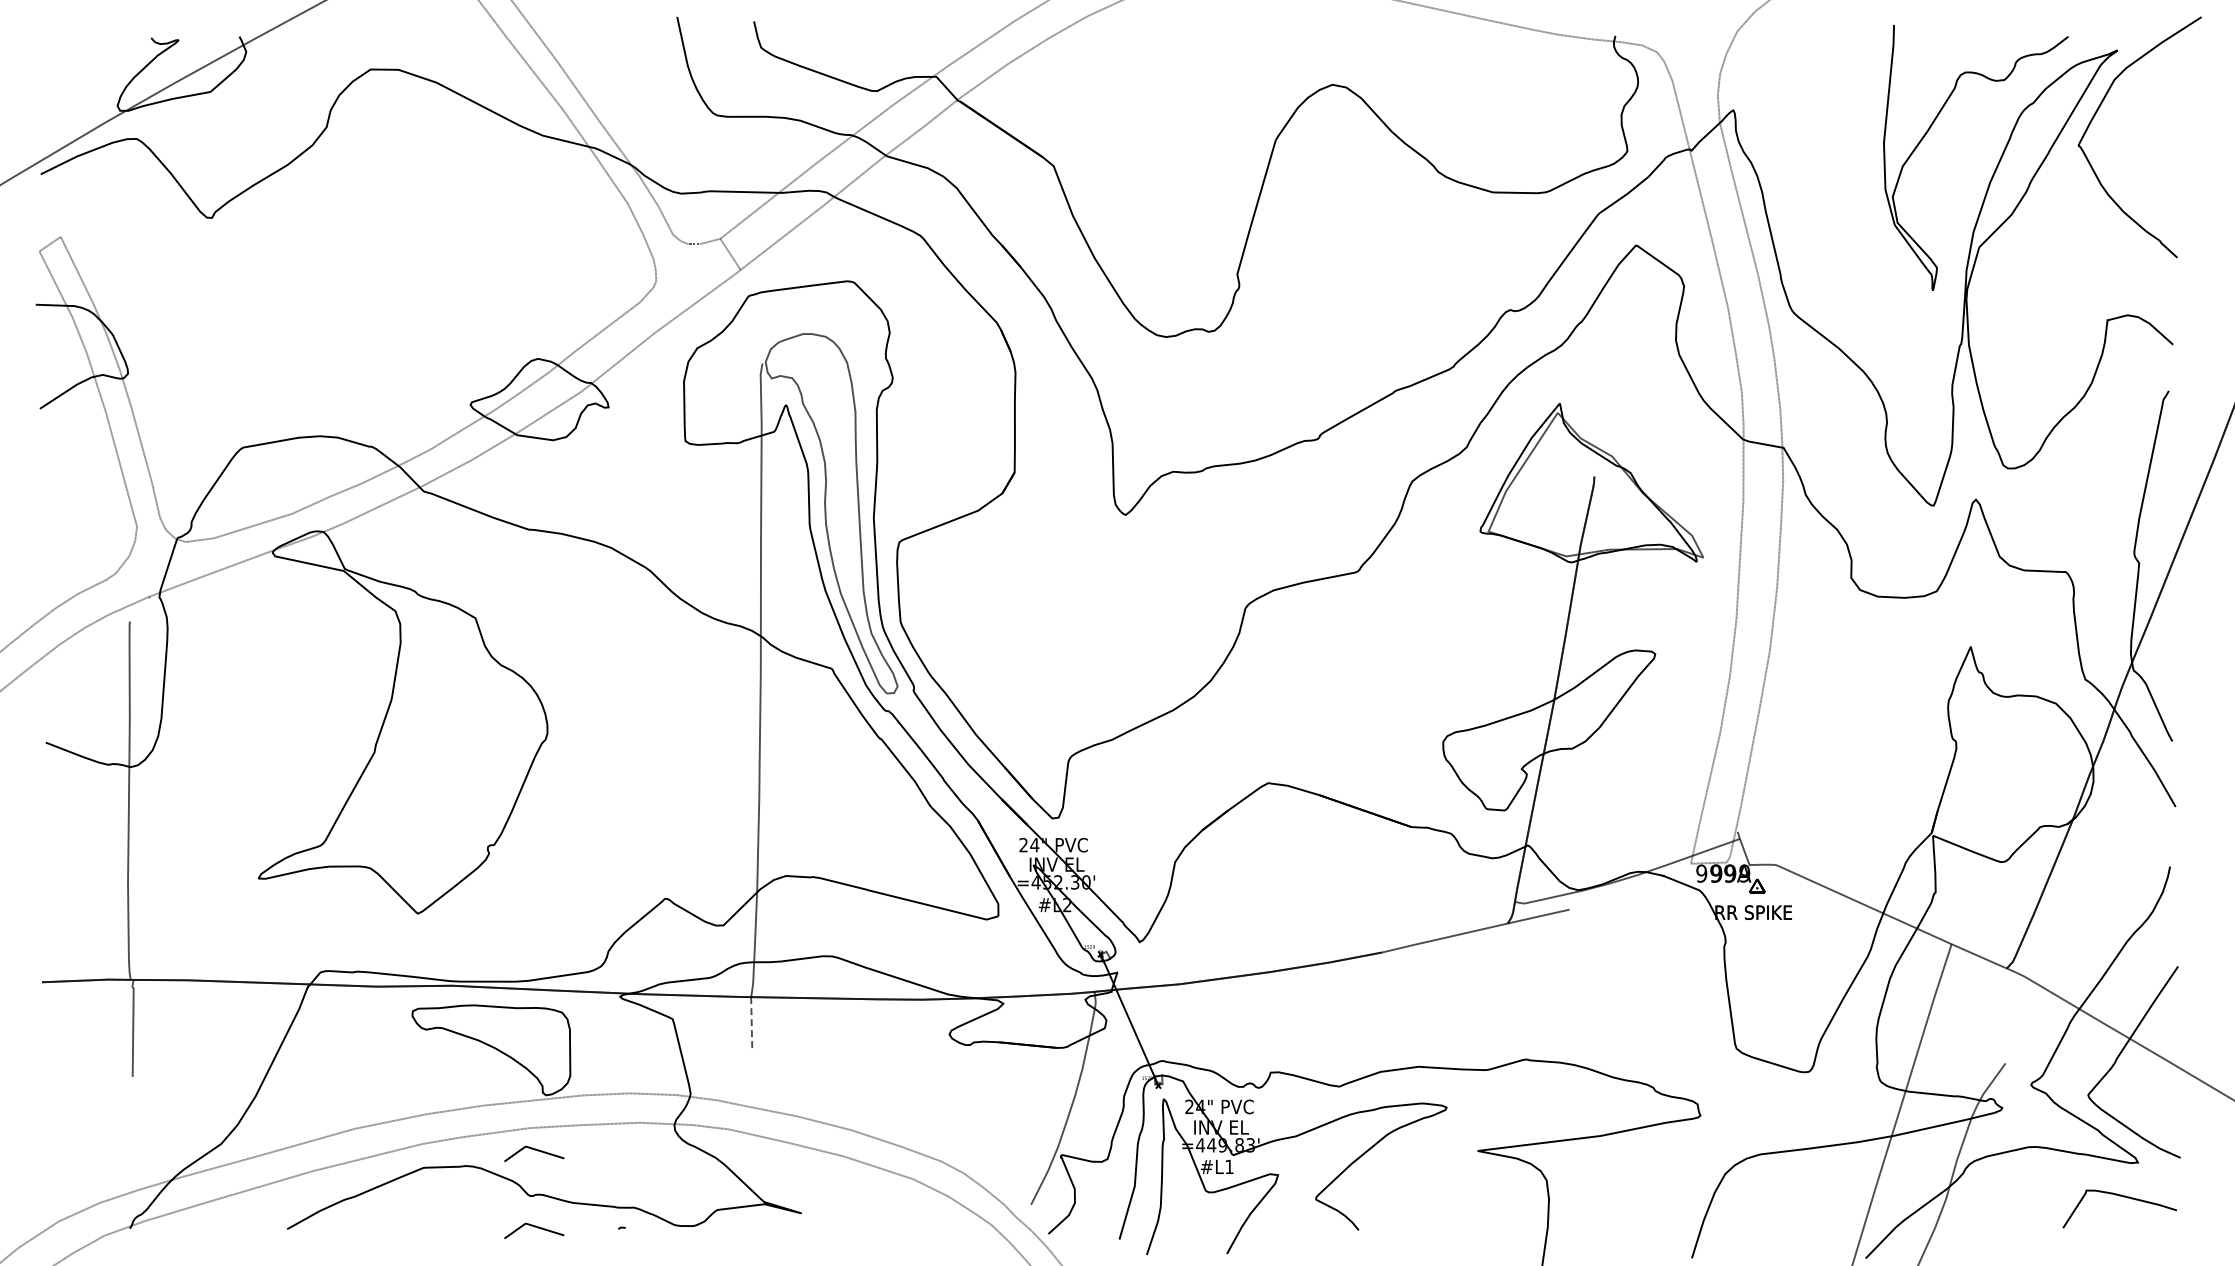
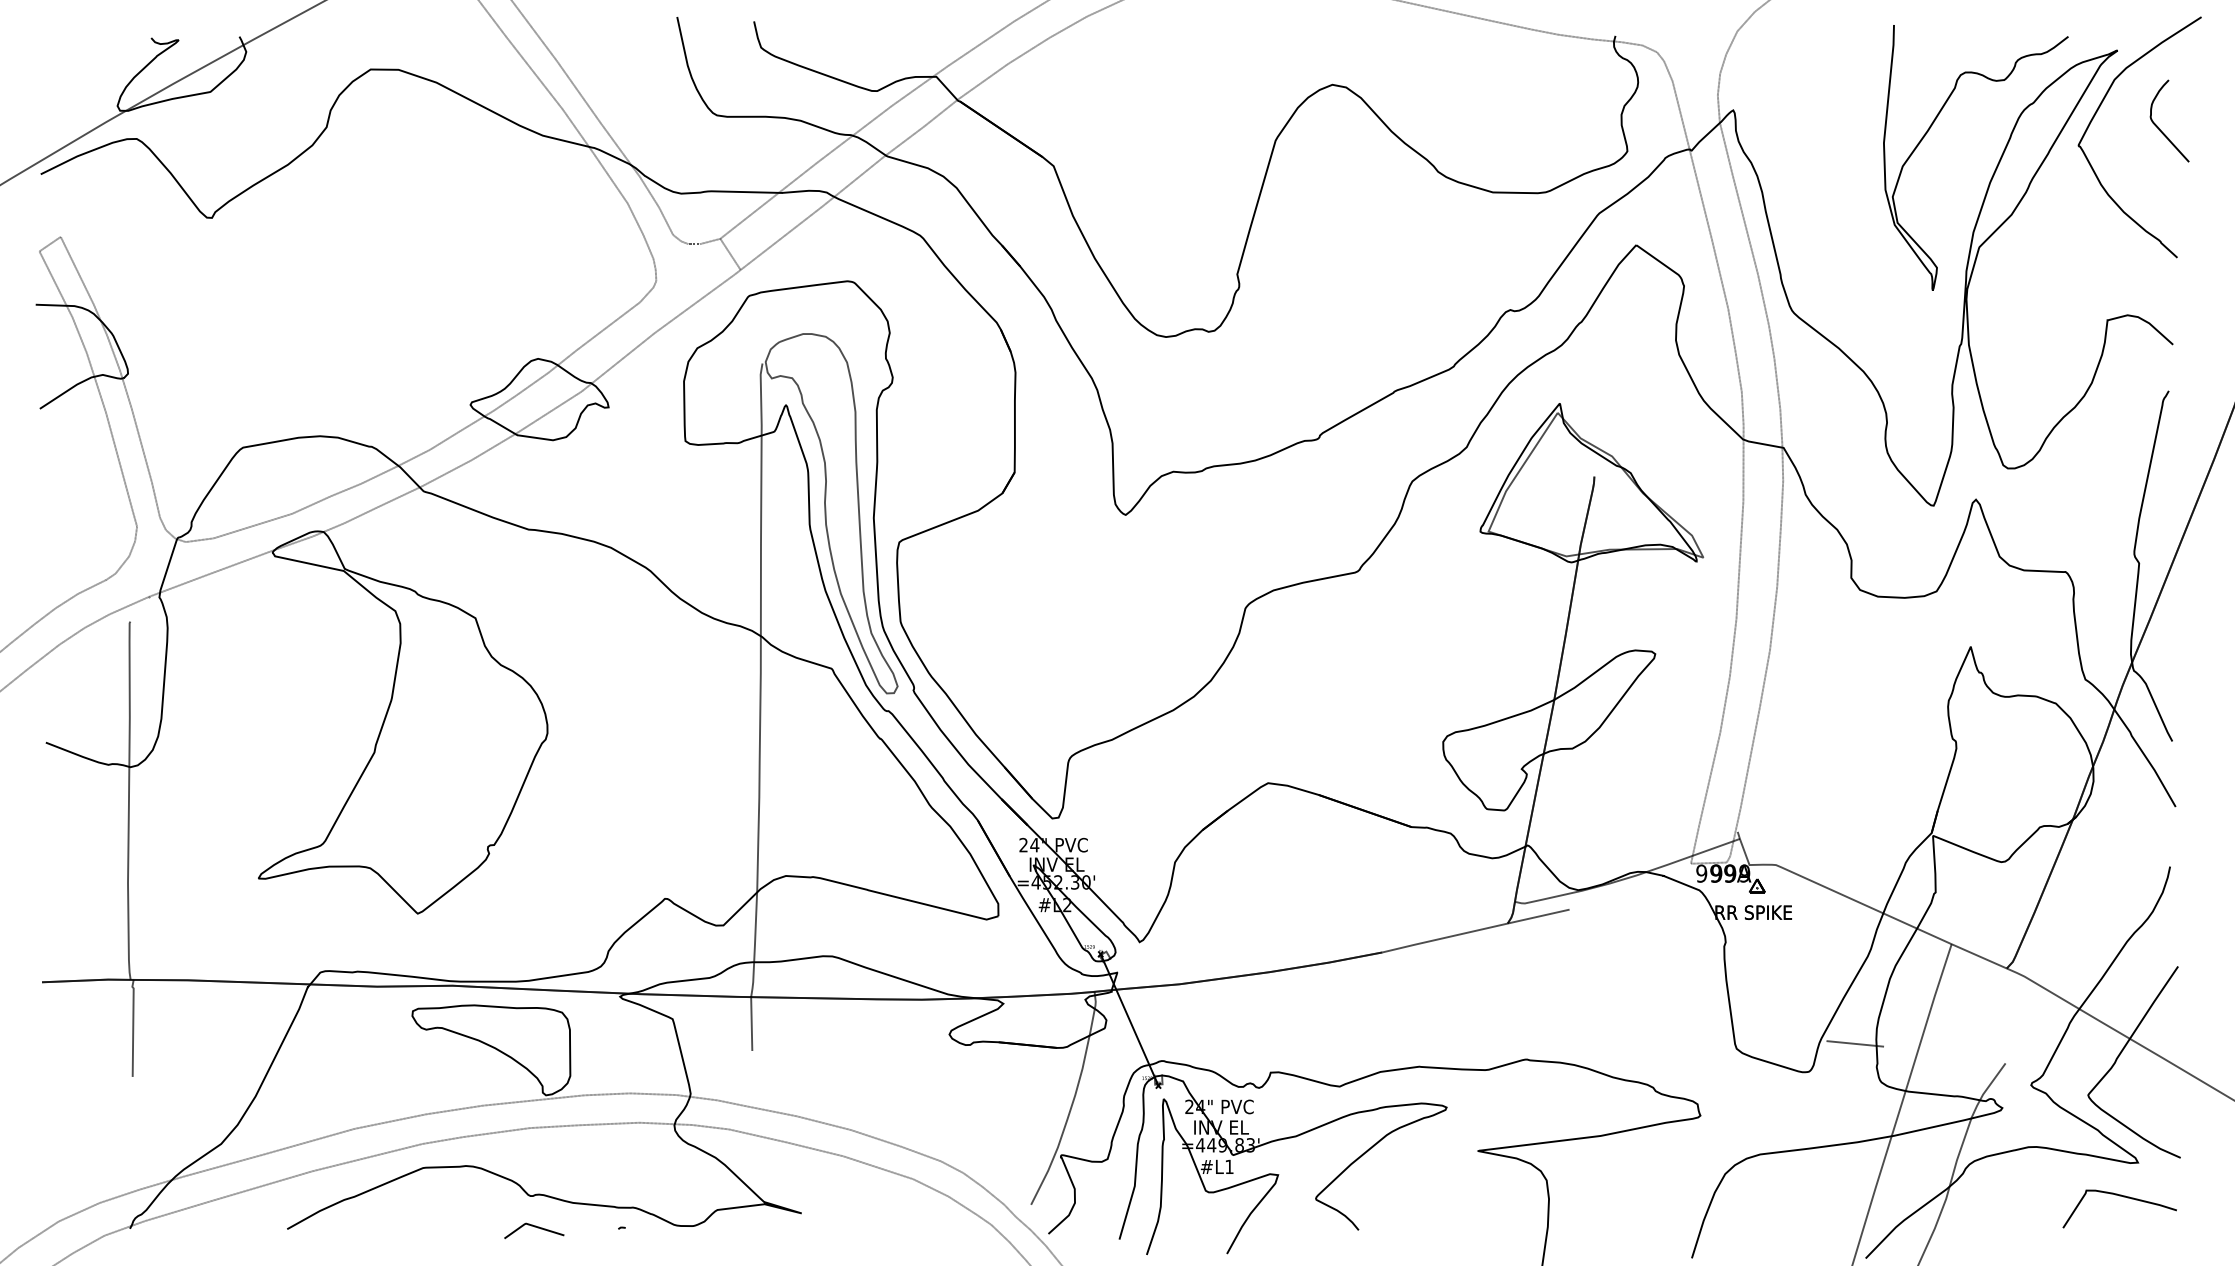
curve at (2158, 126): none -> present
line at (751, 1024): dashed -> solid
line at (1855, 1043): none -> present
curve at (534, 1150): present -> none
